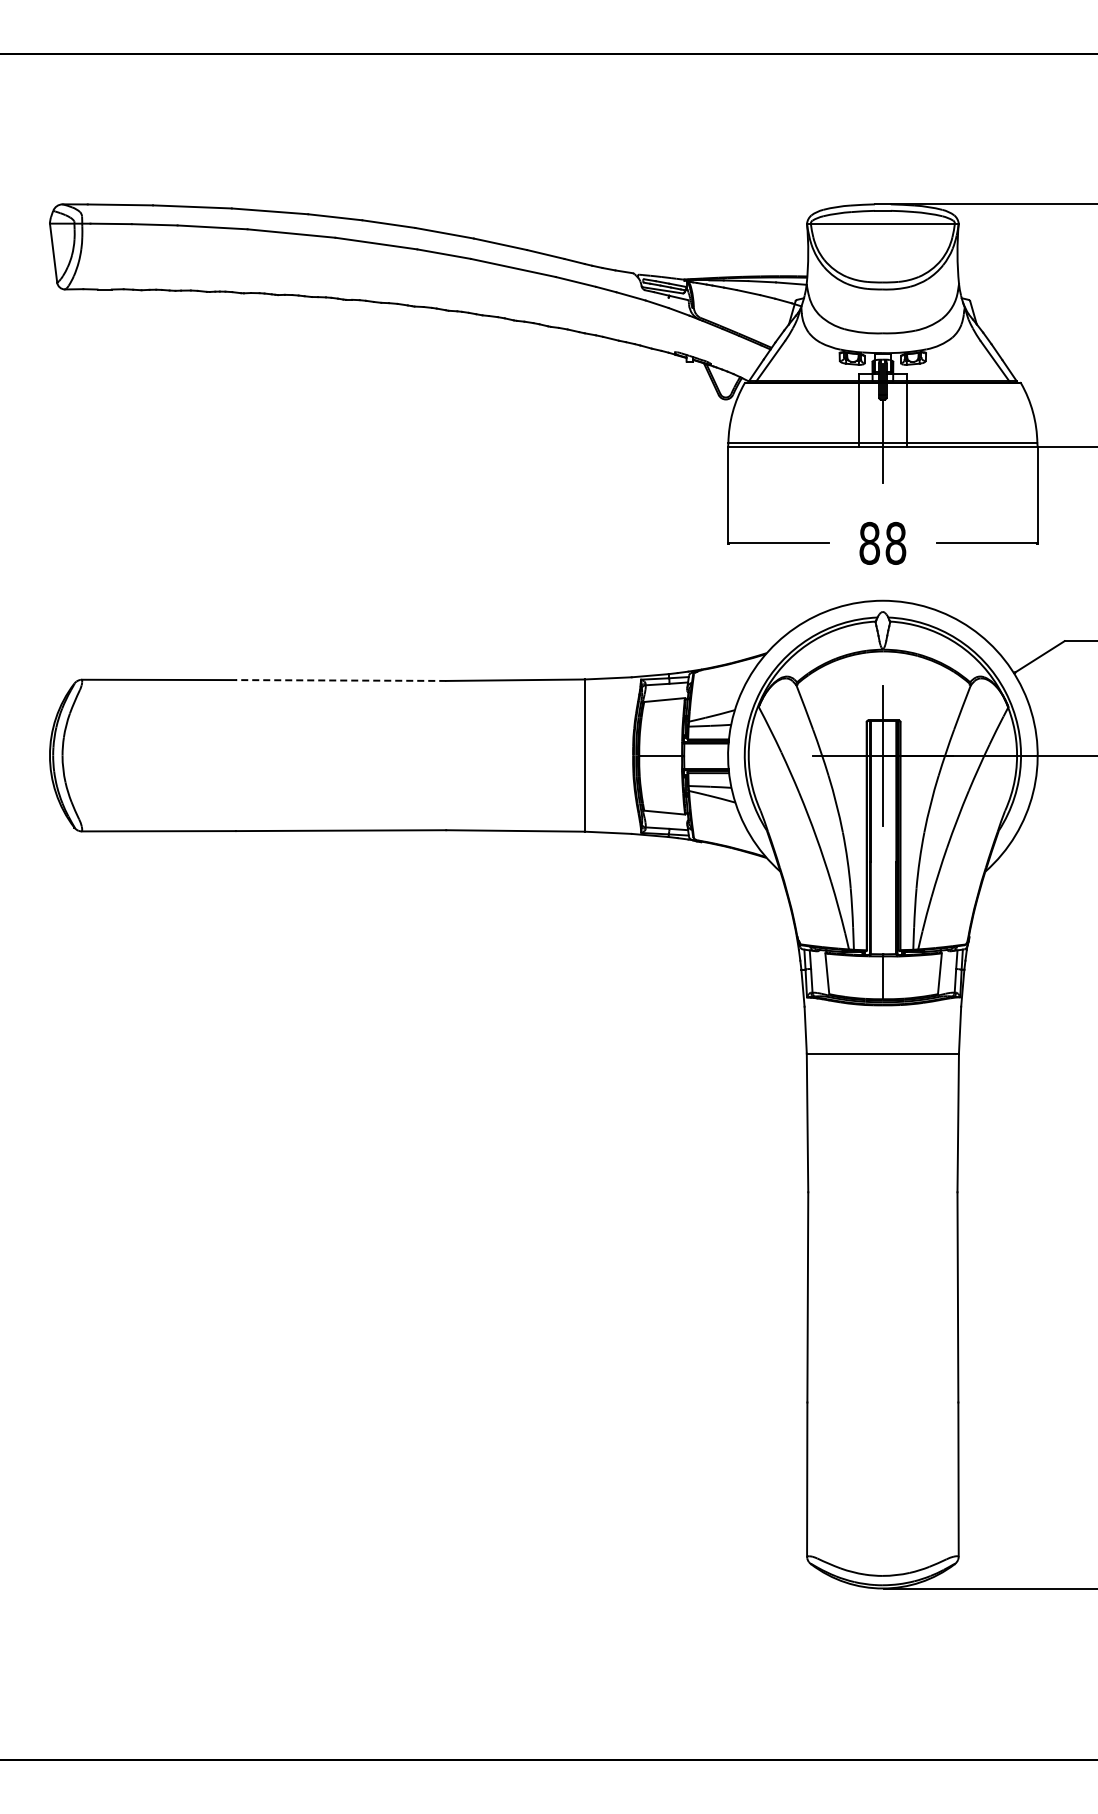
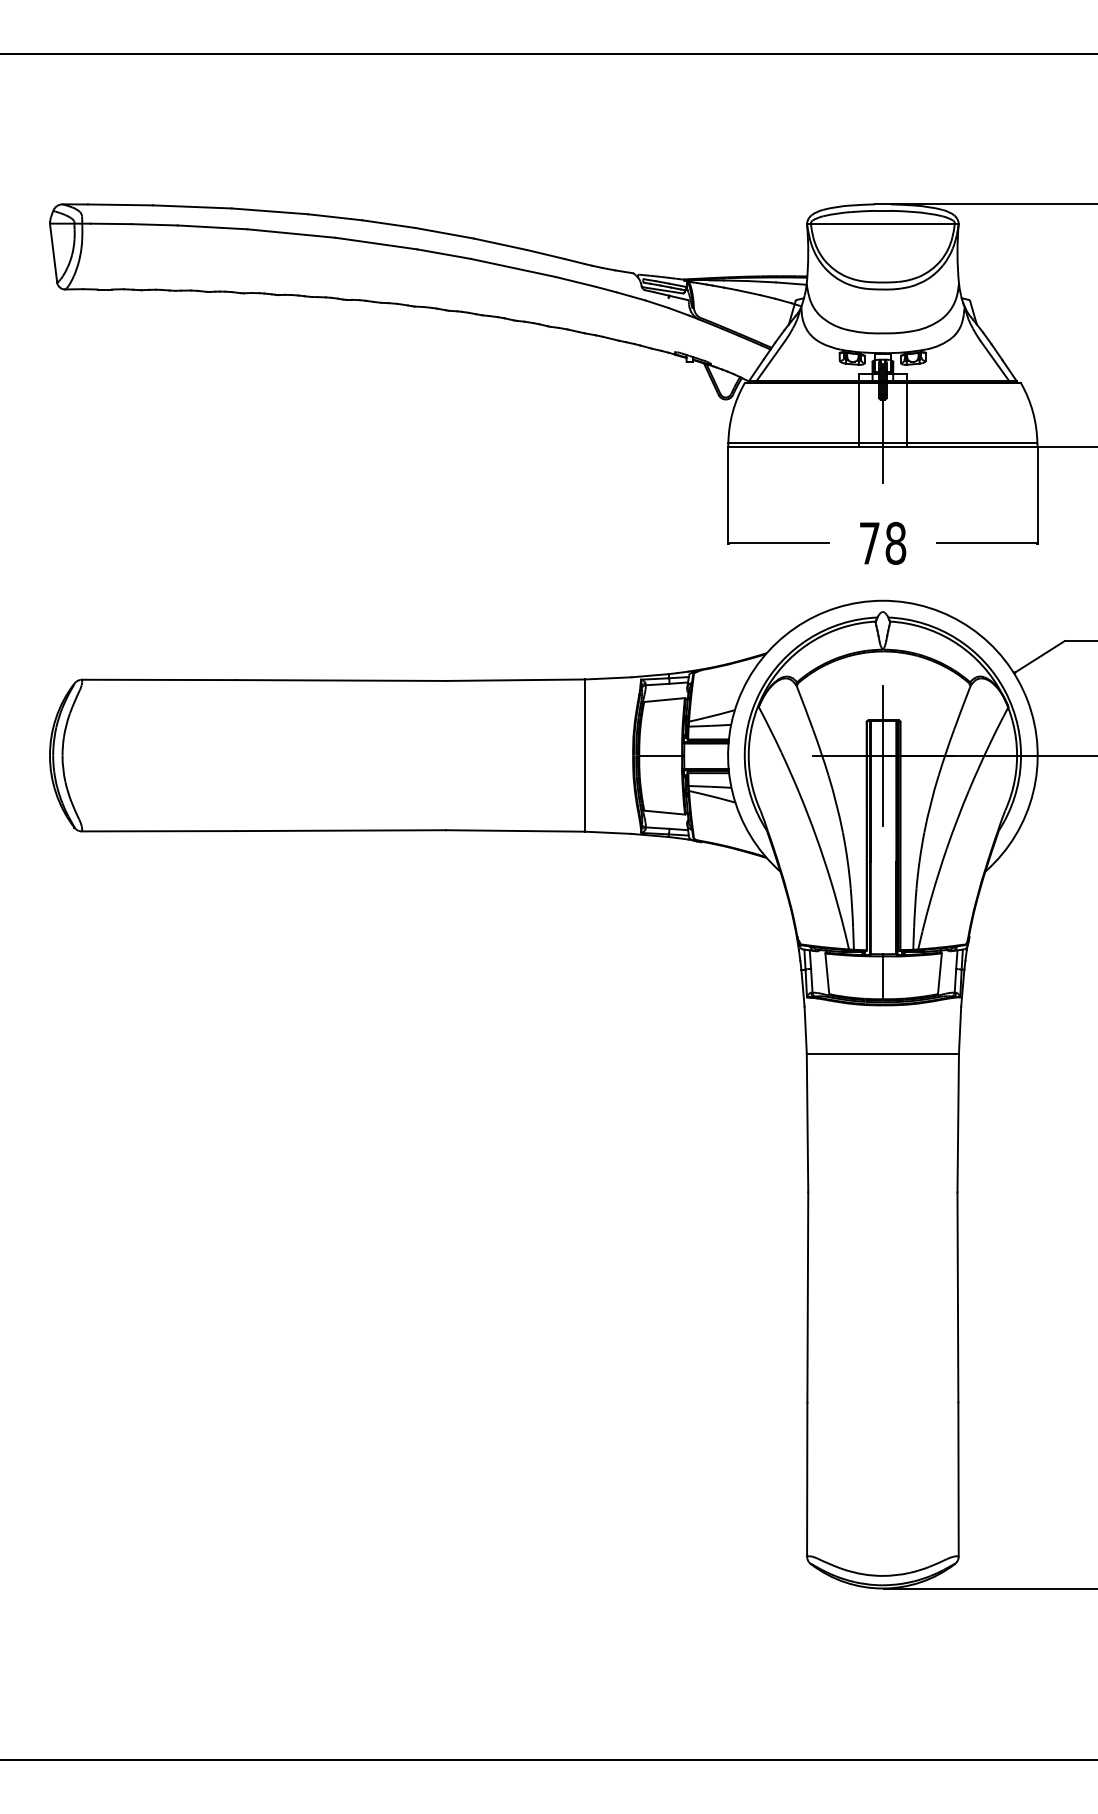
text at (869, 542): 88 -> 78
line at (340, 680): dashed -> solid
